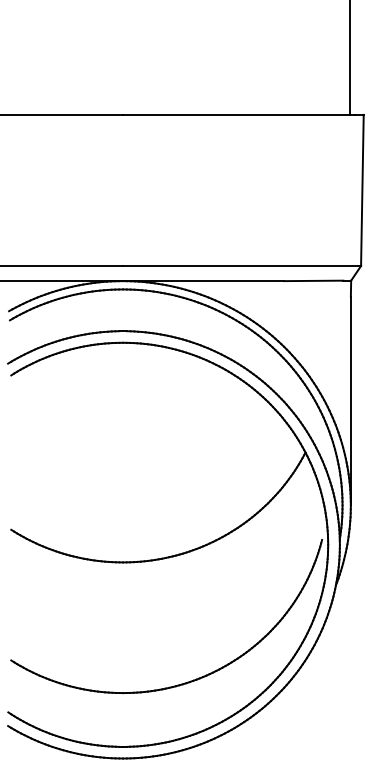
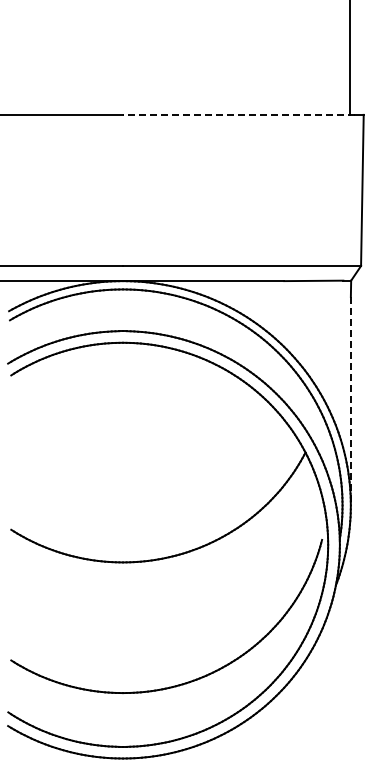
line at (238, 114): solid -> dashed
line at (350, 401): solid -> dashed
